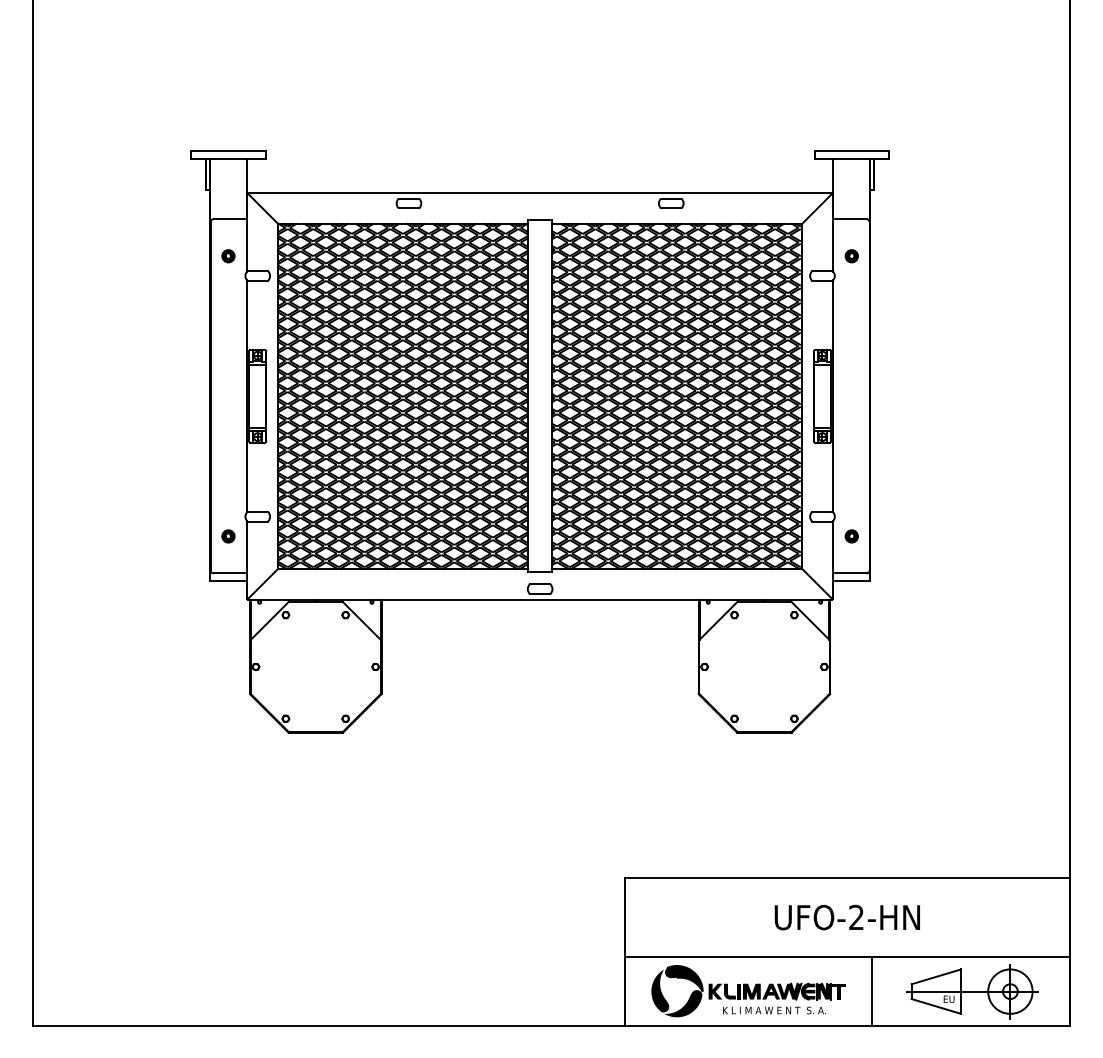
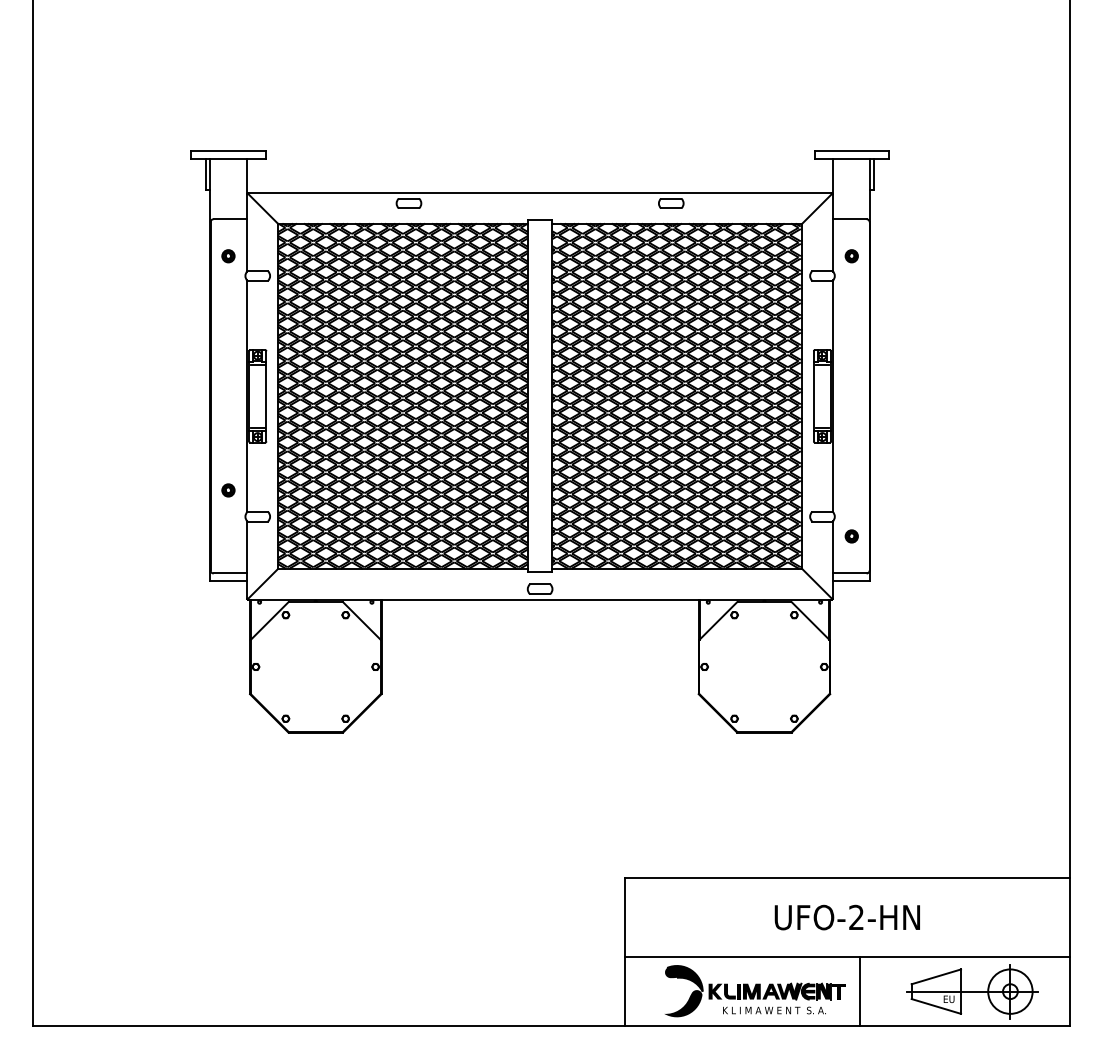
part at (228, 536) position: (228, 536) -> (228, 490)
fill at (660, 990): present -> none
line at (872, 991) position: (872, 991) -> (860, 991)
